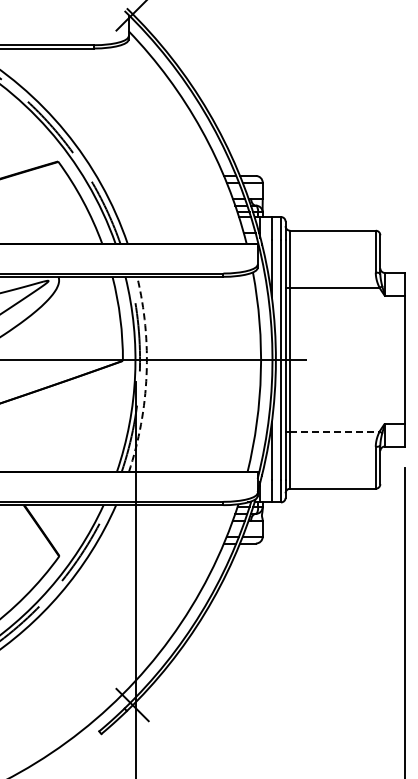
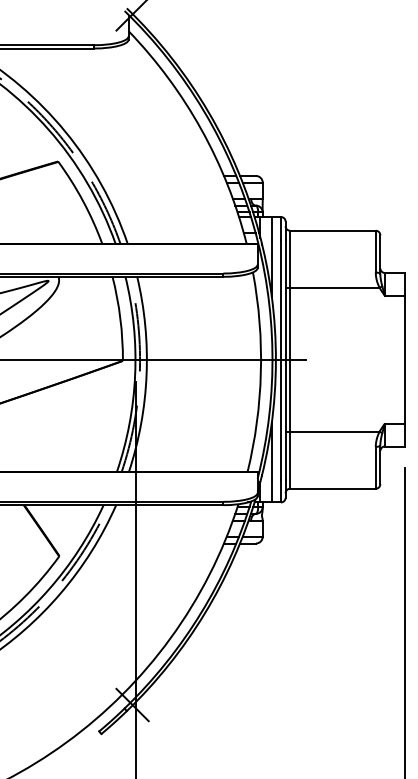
arc at (146, 375): dashed -> solid
line at (334, 431): dashed -> solid
